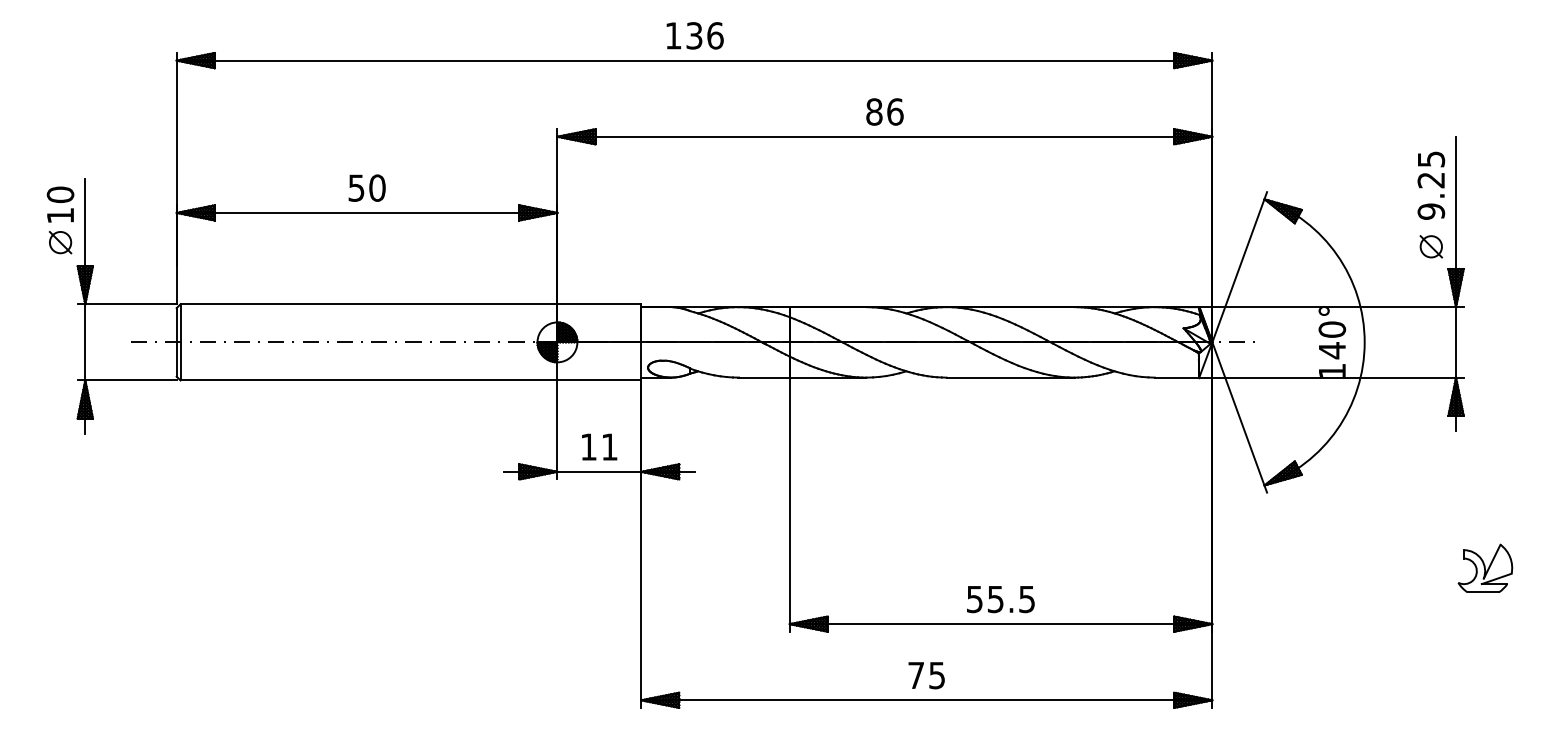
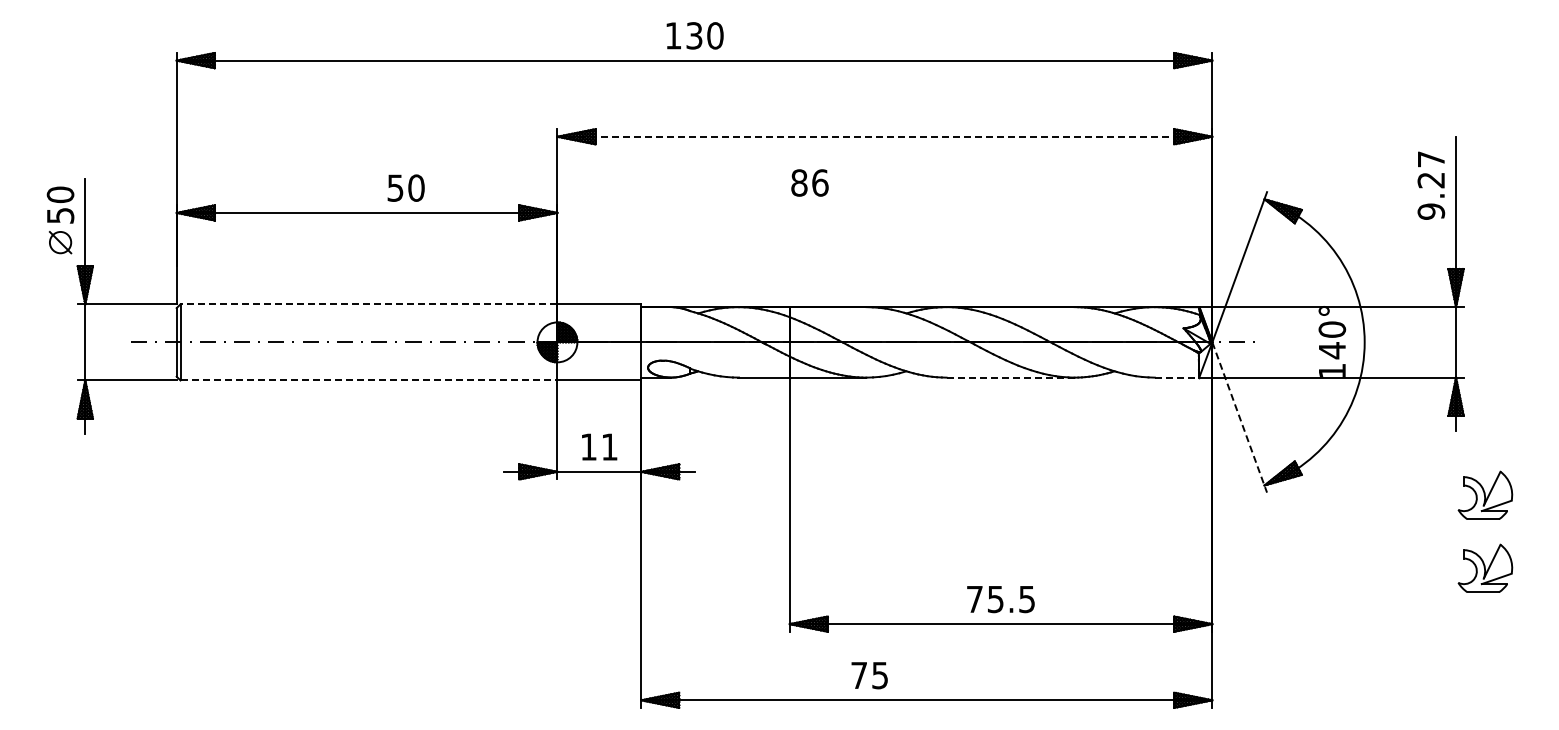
text at (715, 35): 136 -> 130
text at (884, 111) position: (884, 111) -> (809, 182)
line at (885, 136): solid -> dashed
text at (1431, 159): 9.25 -> 9.27
text at (366, 187) position: (366, 187) -> (405, 187)
text at (60, 215): 10 -> 50
part at (1431, 246): present -> none
line at (368, 304): solid -> dashed
line at (1010, 377): solid -> dashed
line at (1177, 377): solid -> dashed
line at (369, 380): solid -> dashed
line at (1239, 417): solid -> dashed
part at (1485, 494): none -> present
text at (974, 599): 55.5 -> 75.5
text at (926, 675) position: (926, 675) -> (869, 675)
